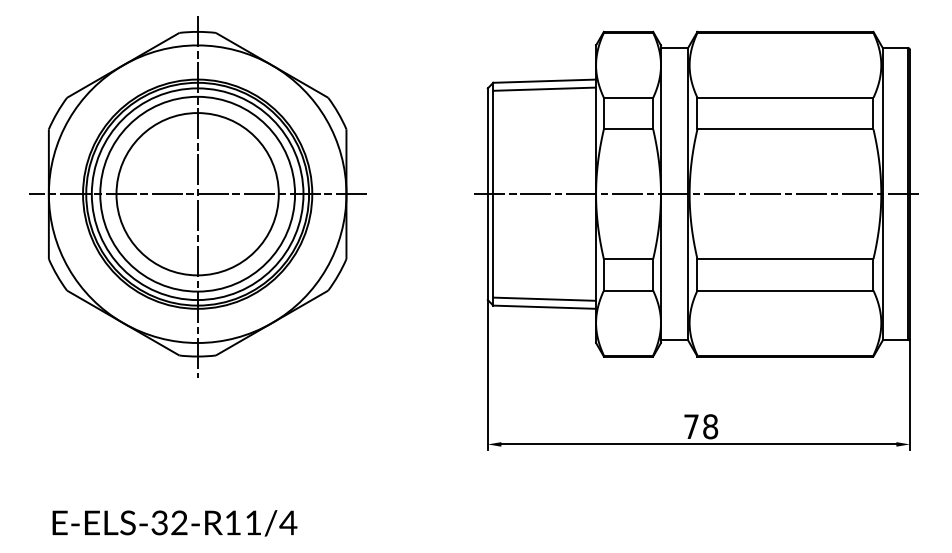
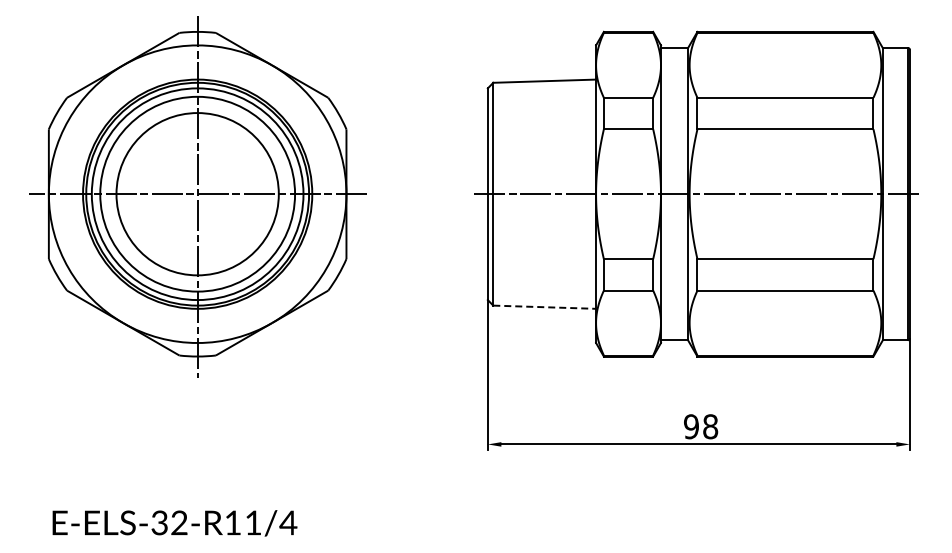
line at (544, 88): present -> none
line at (544, 298): present -> none
line at (545, 307): solid -> dashed
text at (691, 426): 78 -> 98
